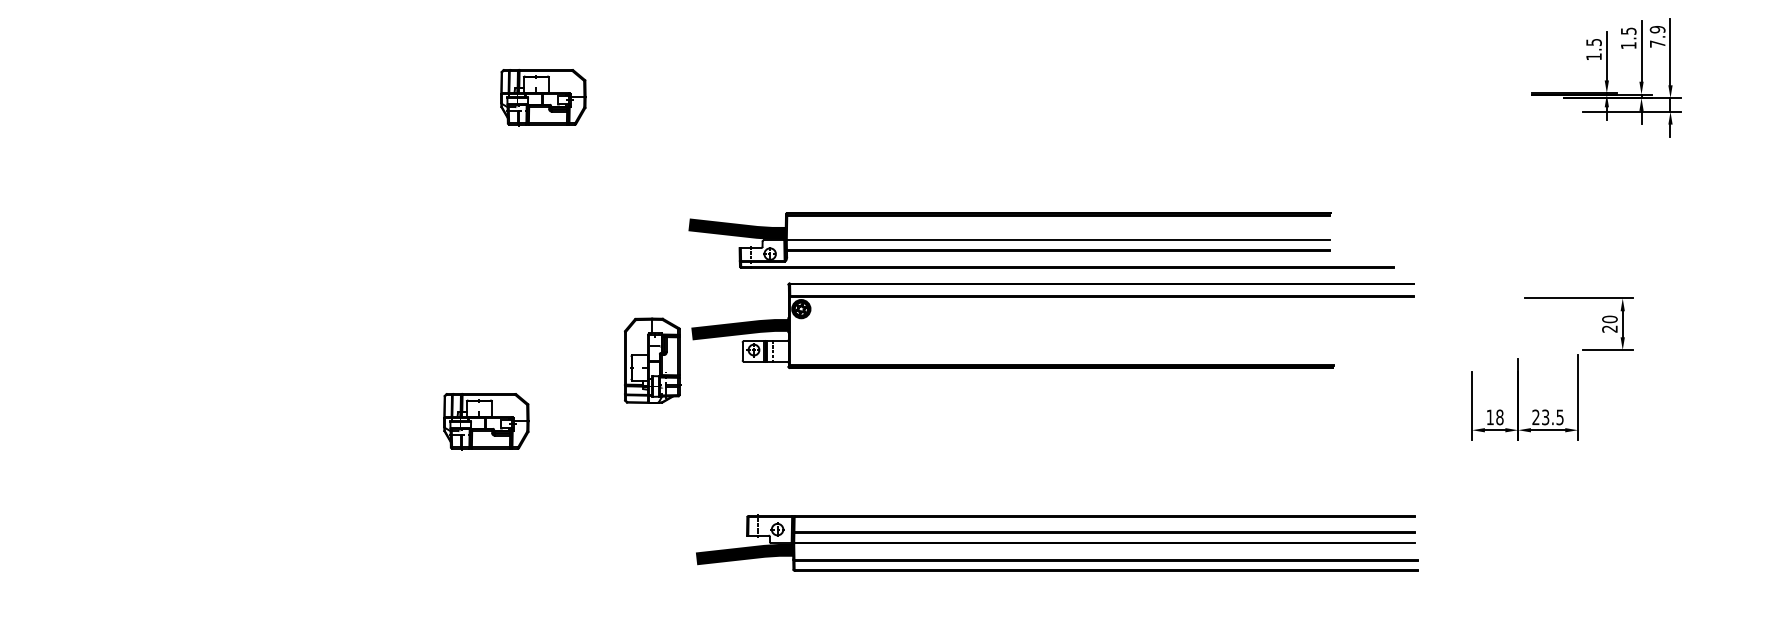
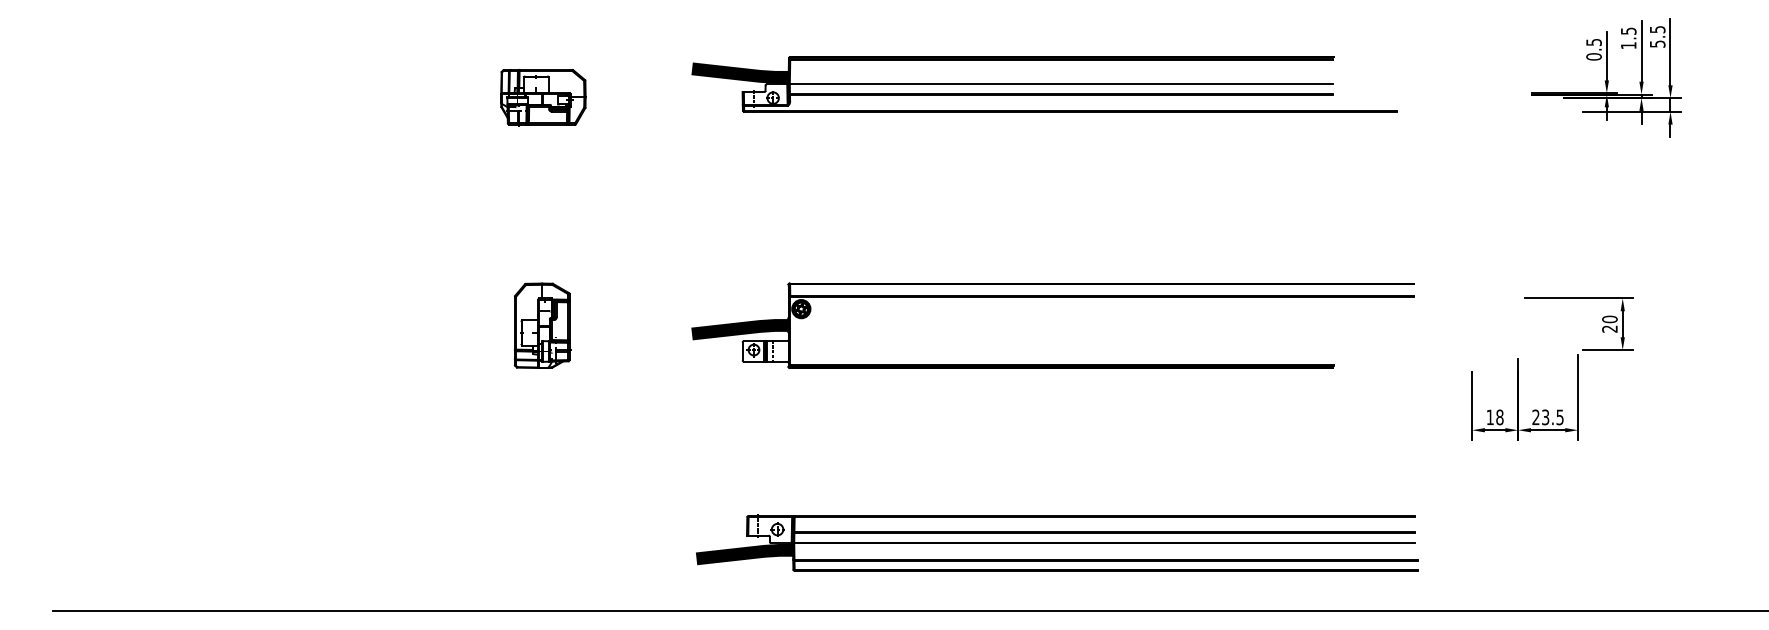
text at (1657, 36): 7.9 -> 5.5
text at (1593, 56): 1.5 -> 0.5
part at (1041, 240) position: (1041, 240) -> (1044, 84)
part at (652, 360) position: (652, 360) -> (542, 325)
part at (486, 421): present -> none
line at (909, 611): none -> present
